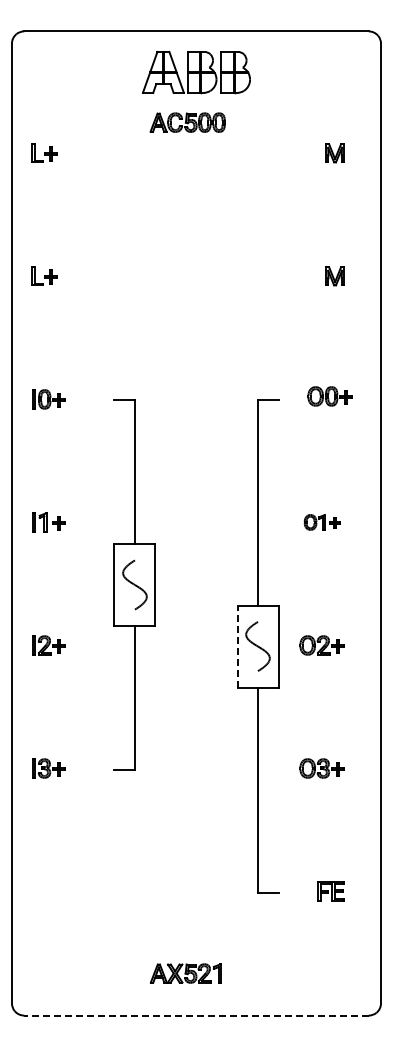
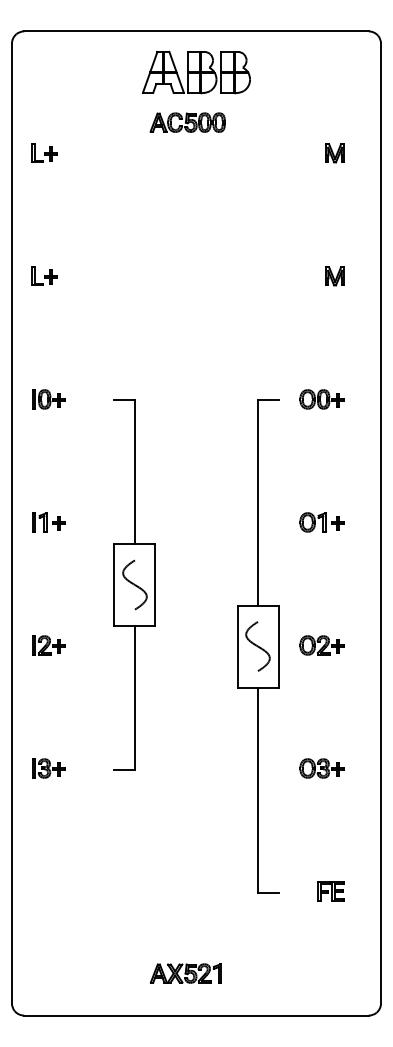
part at (329, 396) position: (329, 396) -> (321, 399)
part at (321, 522) size: 38x17 px -> 46x21 px
line at (237, 646): dashed -> solid
line at (195, 1015): dashed -> solid
